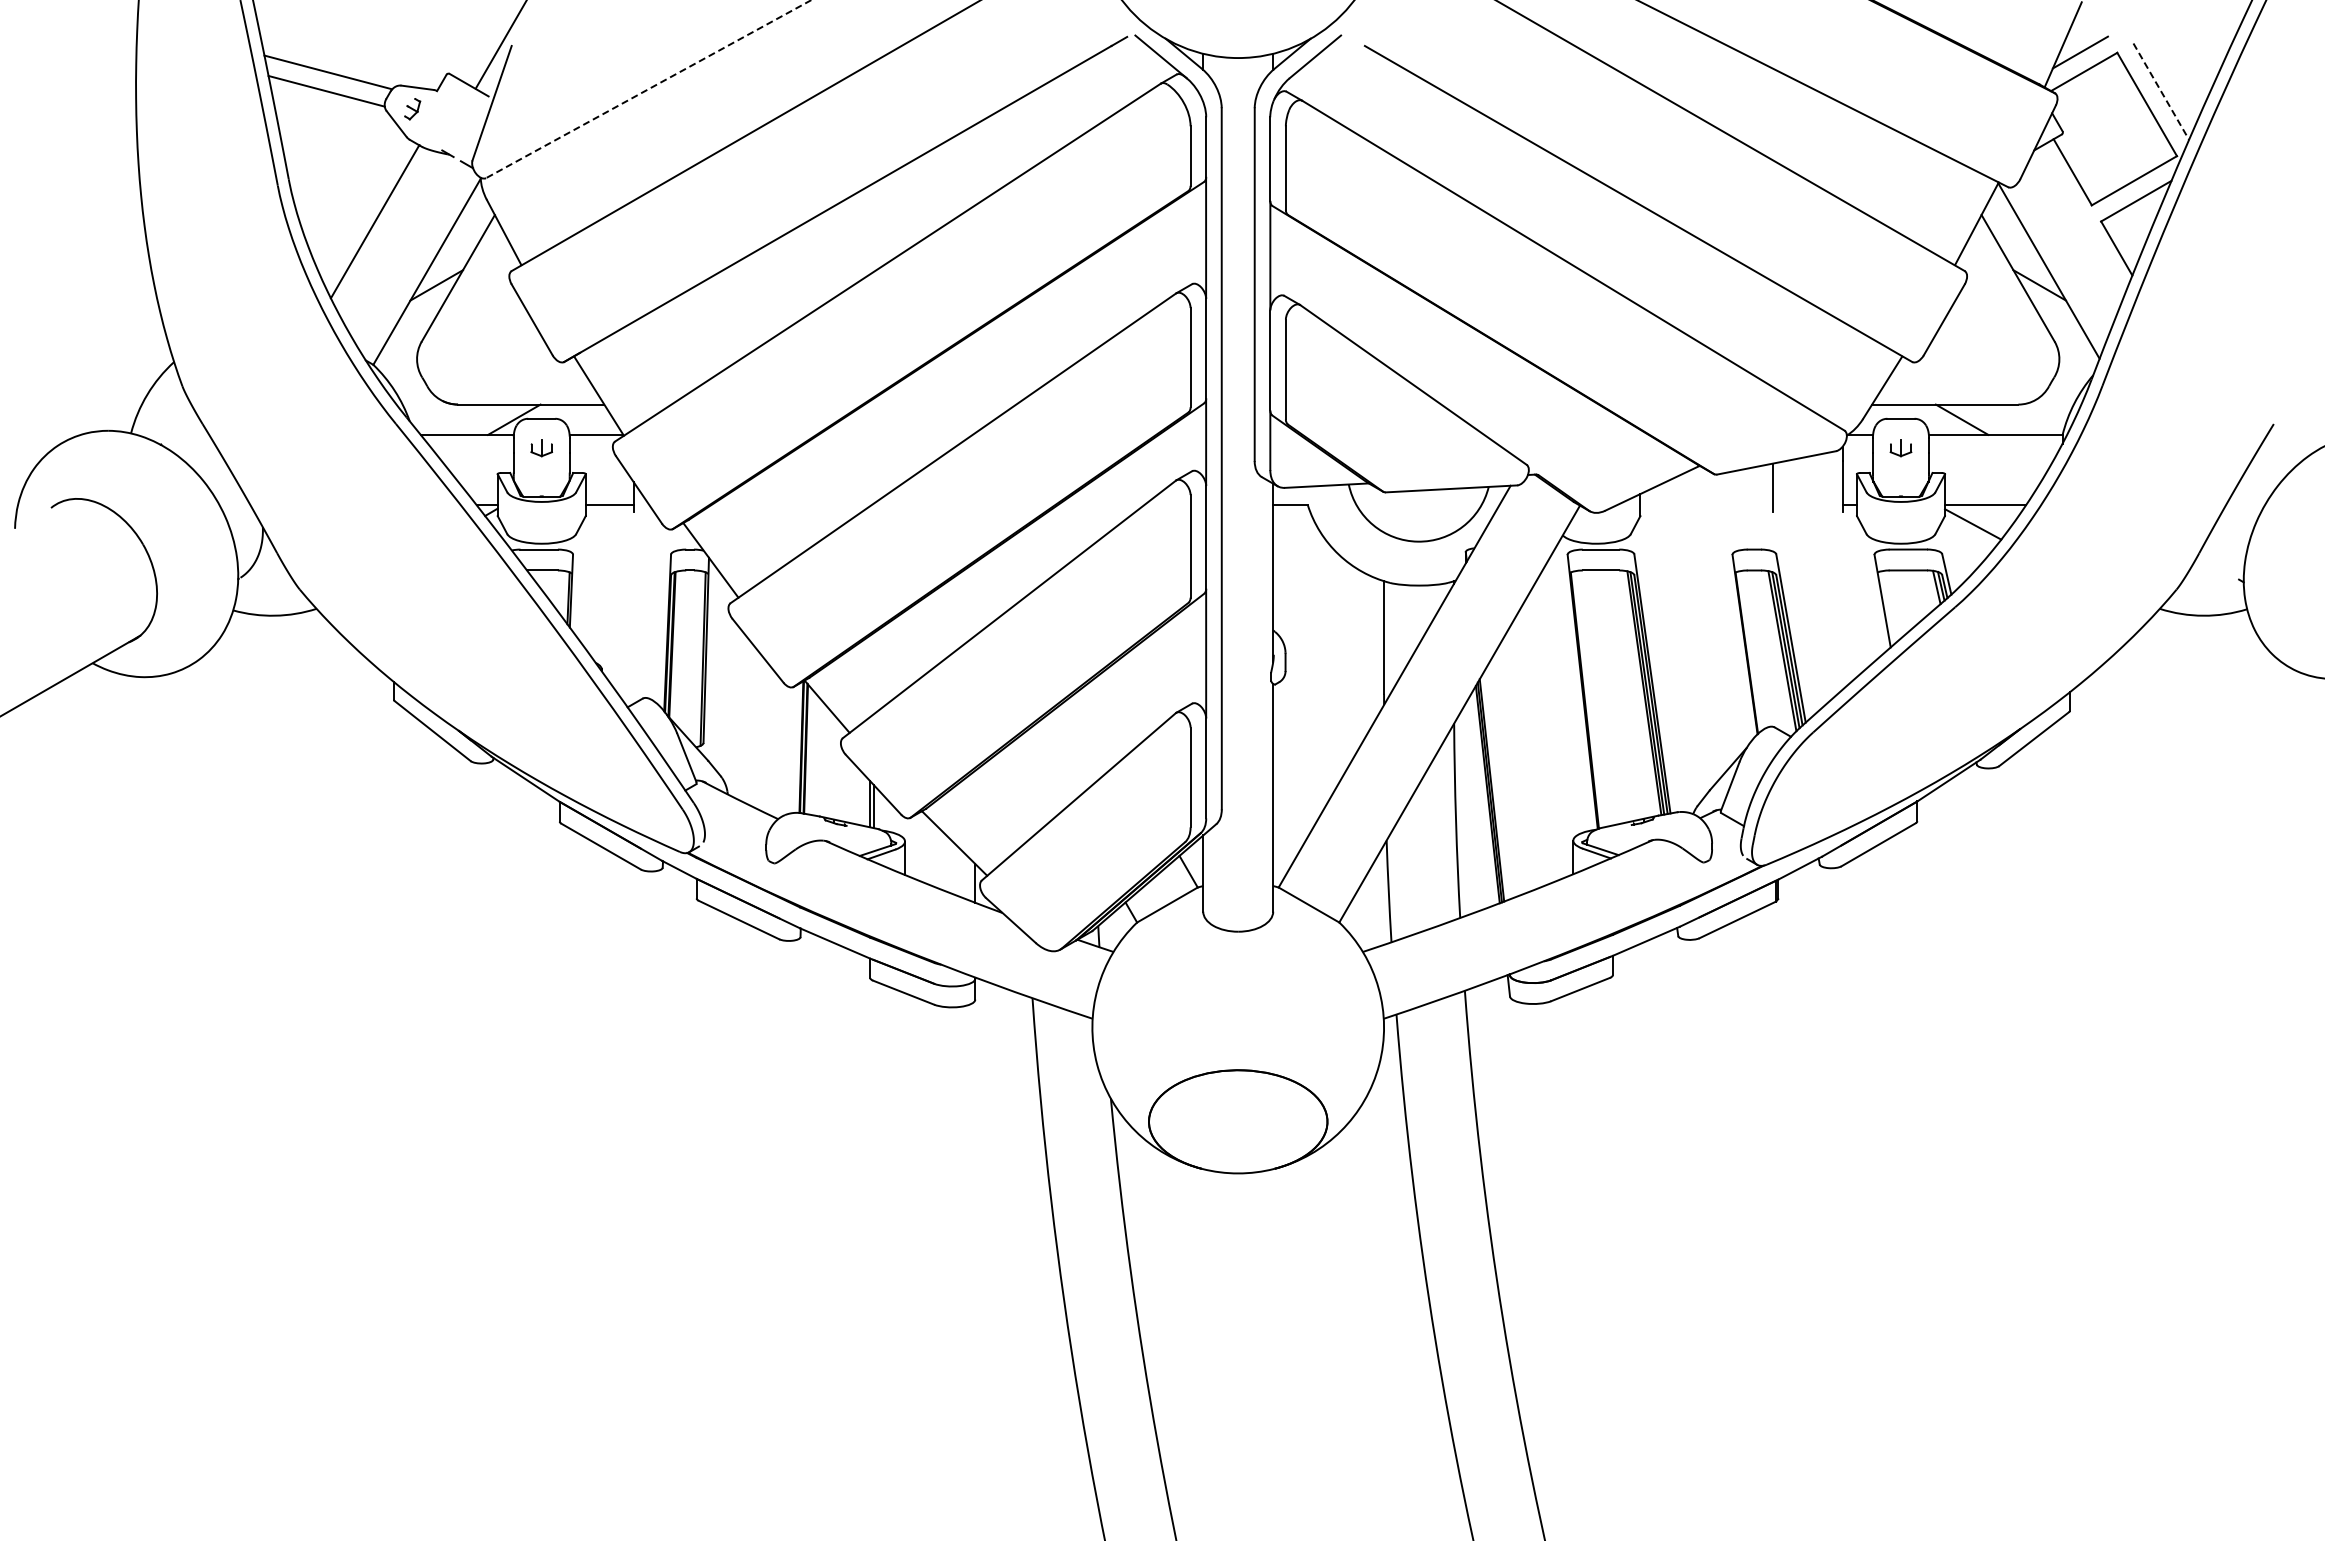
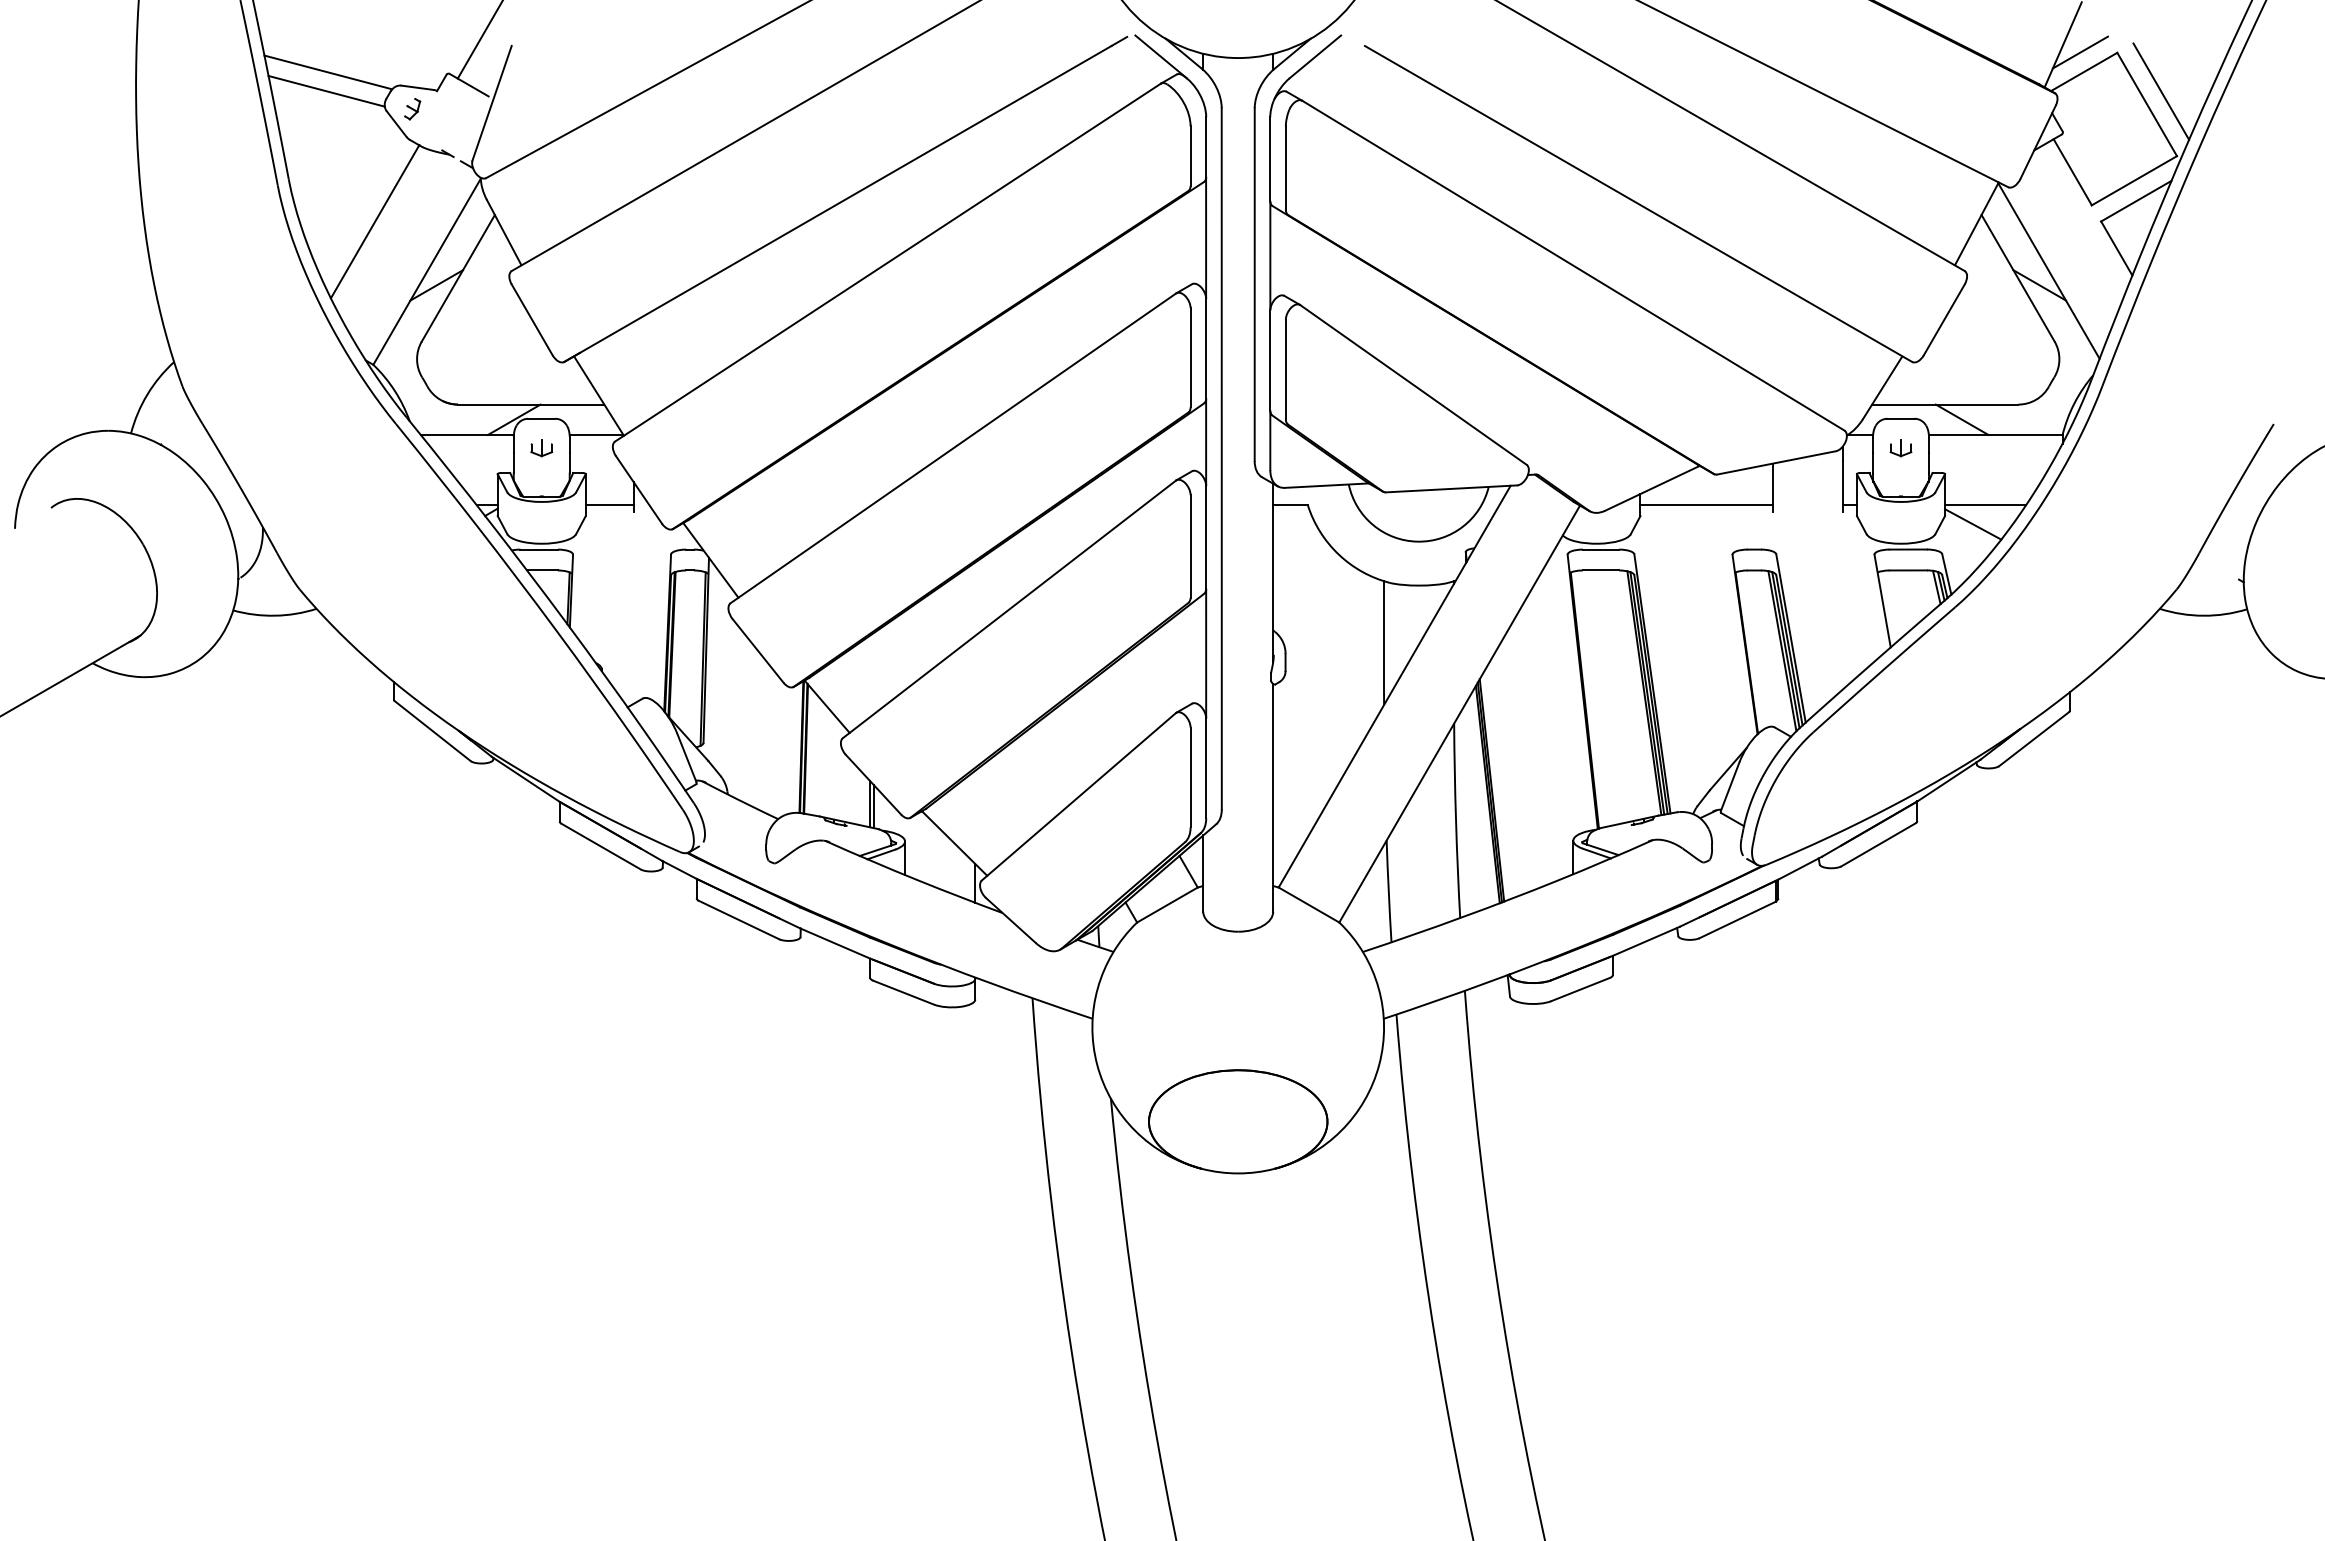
line at (500, 45) position: (500, 45) -> (479, 40)
line at (648, 89): dashed -> solid
line at (2161, 91): dashed -> solid
line at (1706, 504): none -> present
